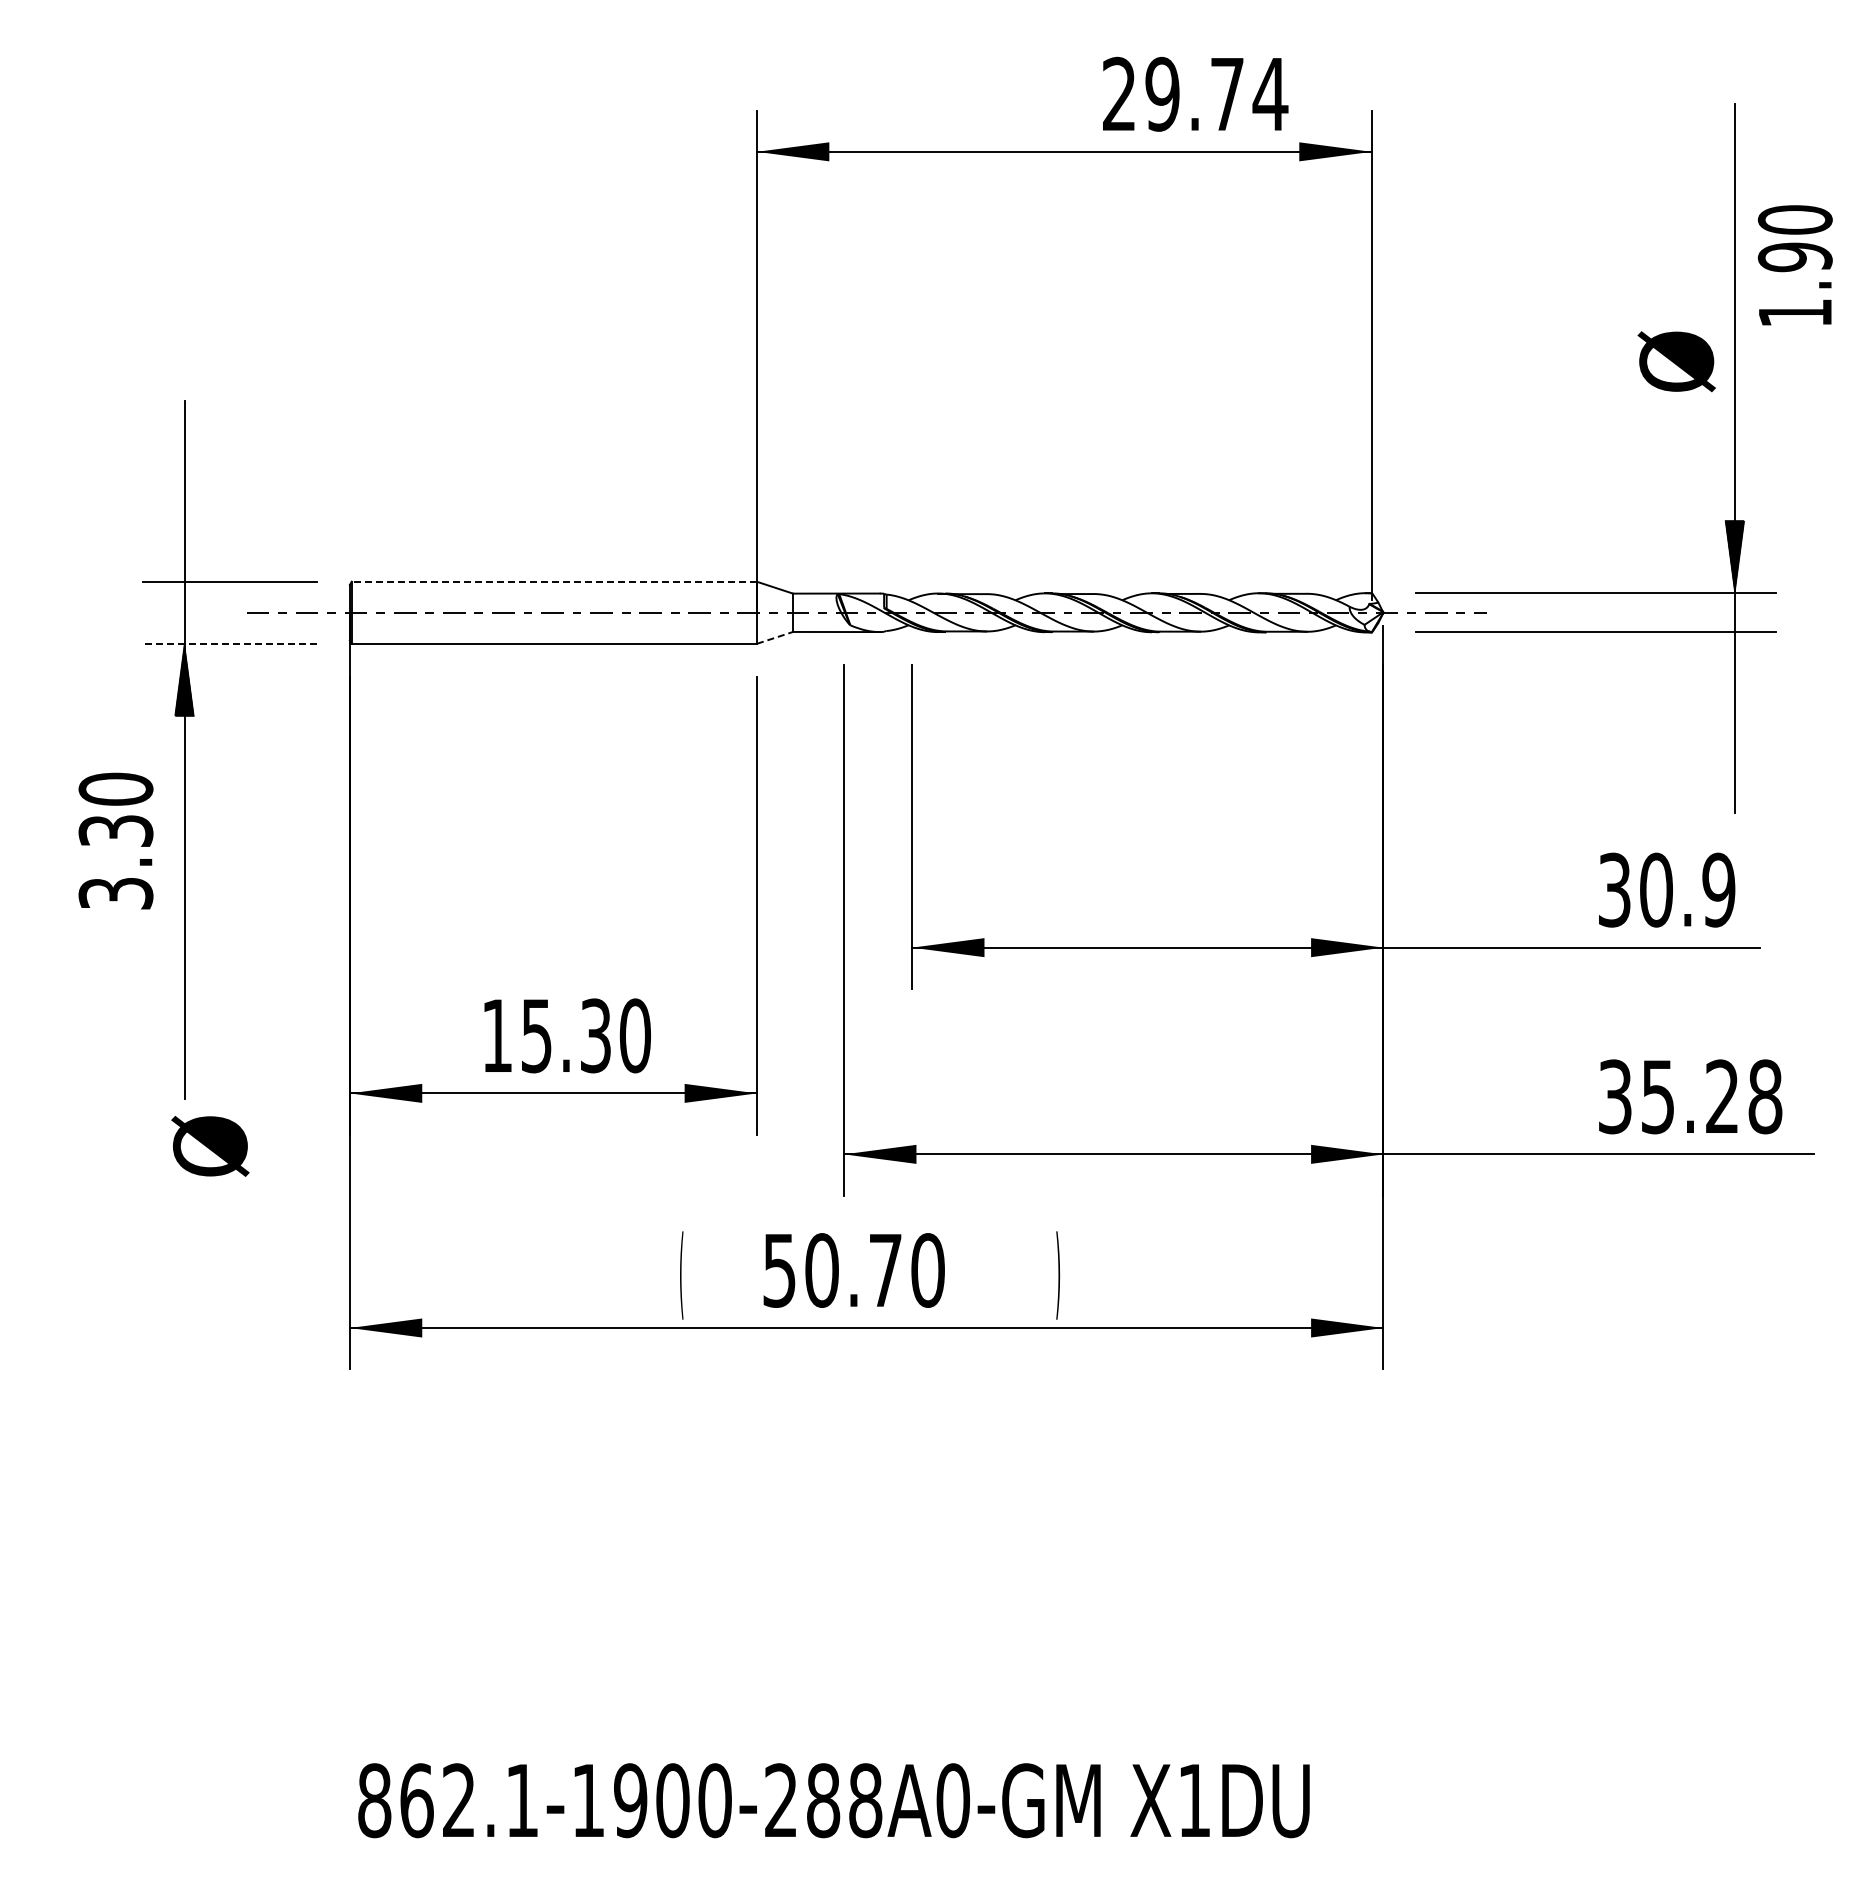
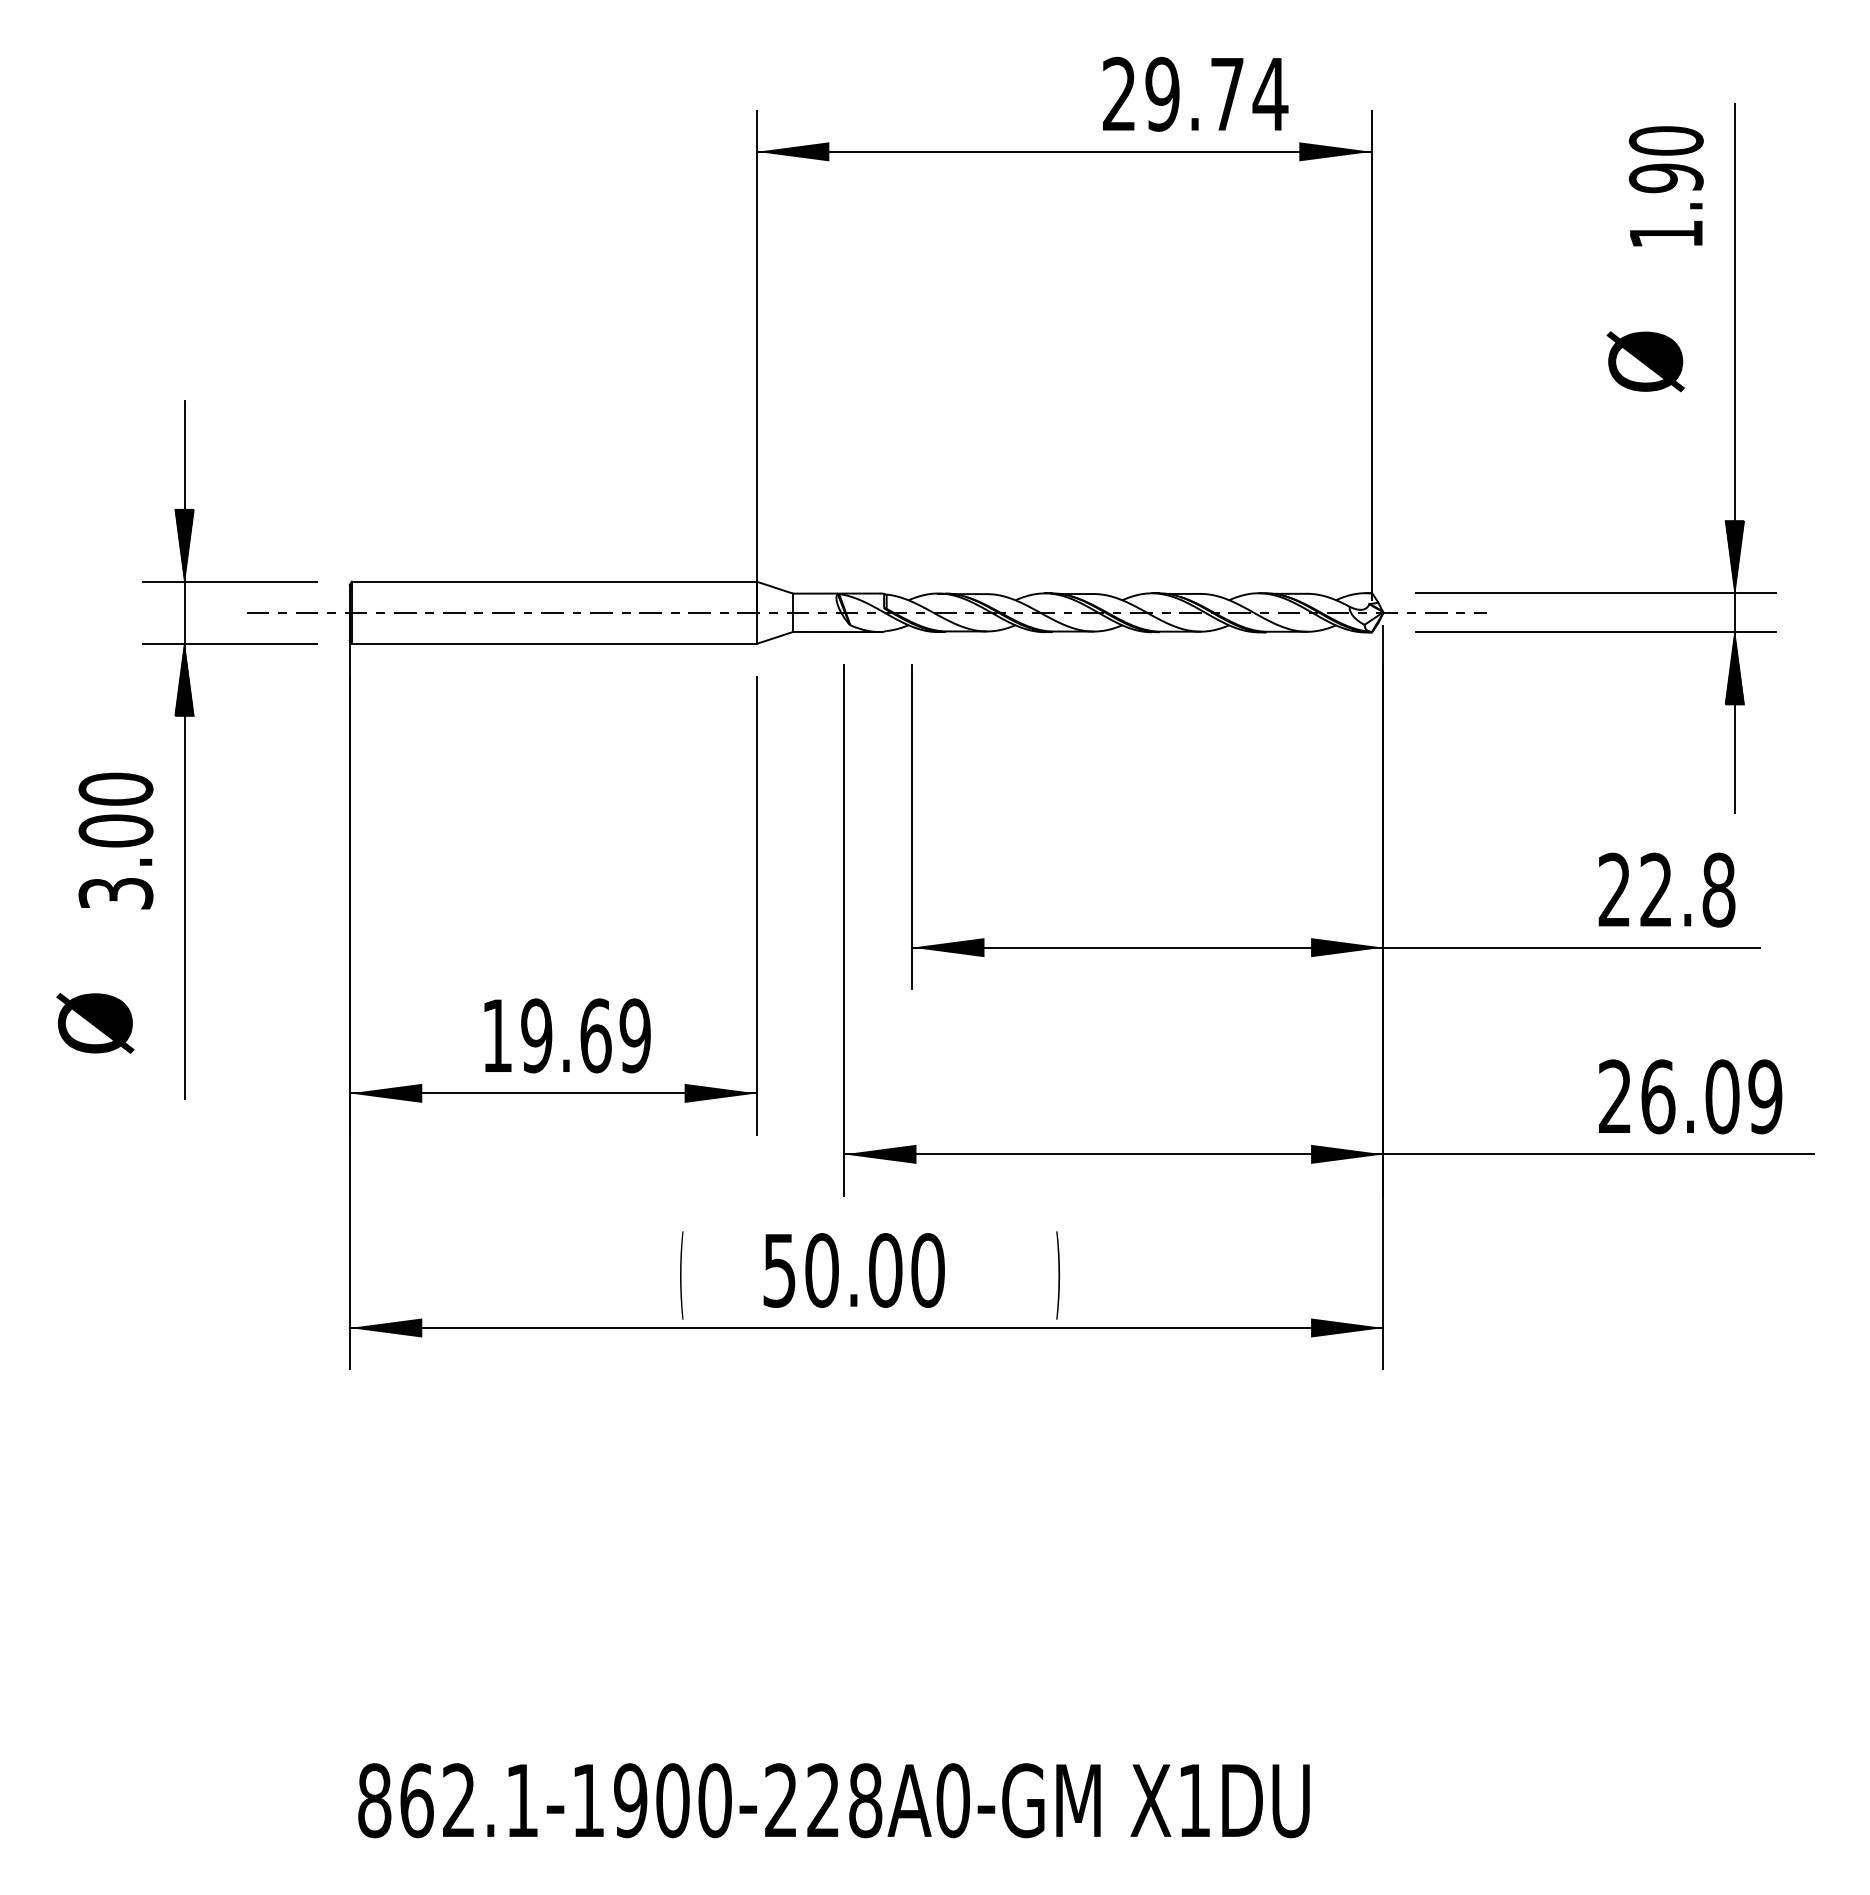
text at (1794, 265) position: (1794, 265) -> (1665, 186)
text at (1676, 361) position: (1676, 361) -> (1645, 361)
hatch at (184, 545): none -> present
line at (554, 581): dashed -> solid
line at (775, 637): dashed -> solid
line at (230, 643): dashed -> solid
hatch at (1734, 668): none -> present
text at (115, 830): 3.30 -> 3.00
text at (1666, 889): 30.9 -> 22.8
text at (585, 1035): 15.30 -> 19.69
text at (1690, 1096): 35.28 -> 26.09
text at (210, 1146) position: (210, 1146) -> (95, 1023)
text at (885, 1270): 50.70 -> 50.00
text at (823, 1800): 862.1-1900-288A0-GM -> 862.1-1900-228A0-GM
